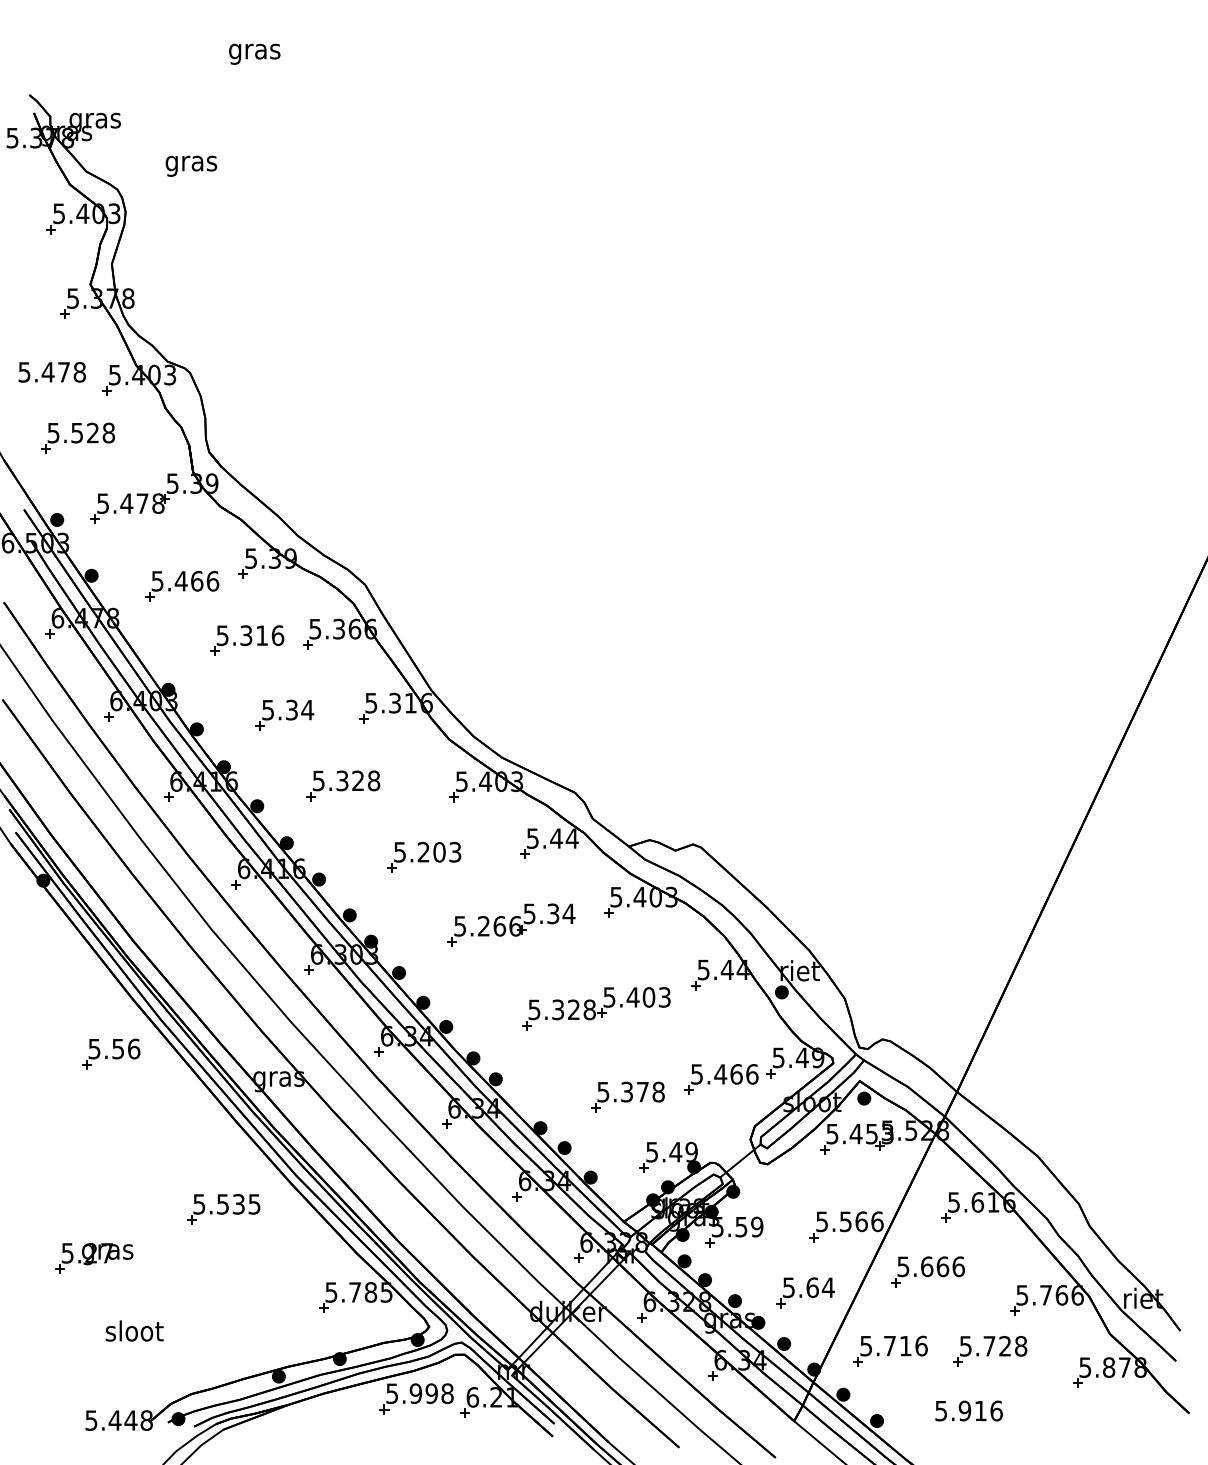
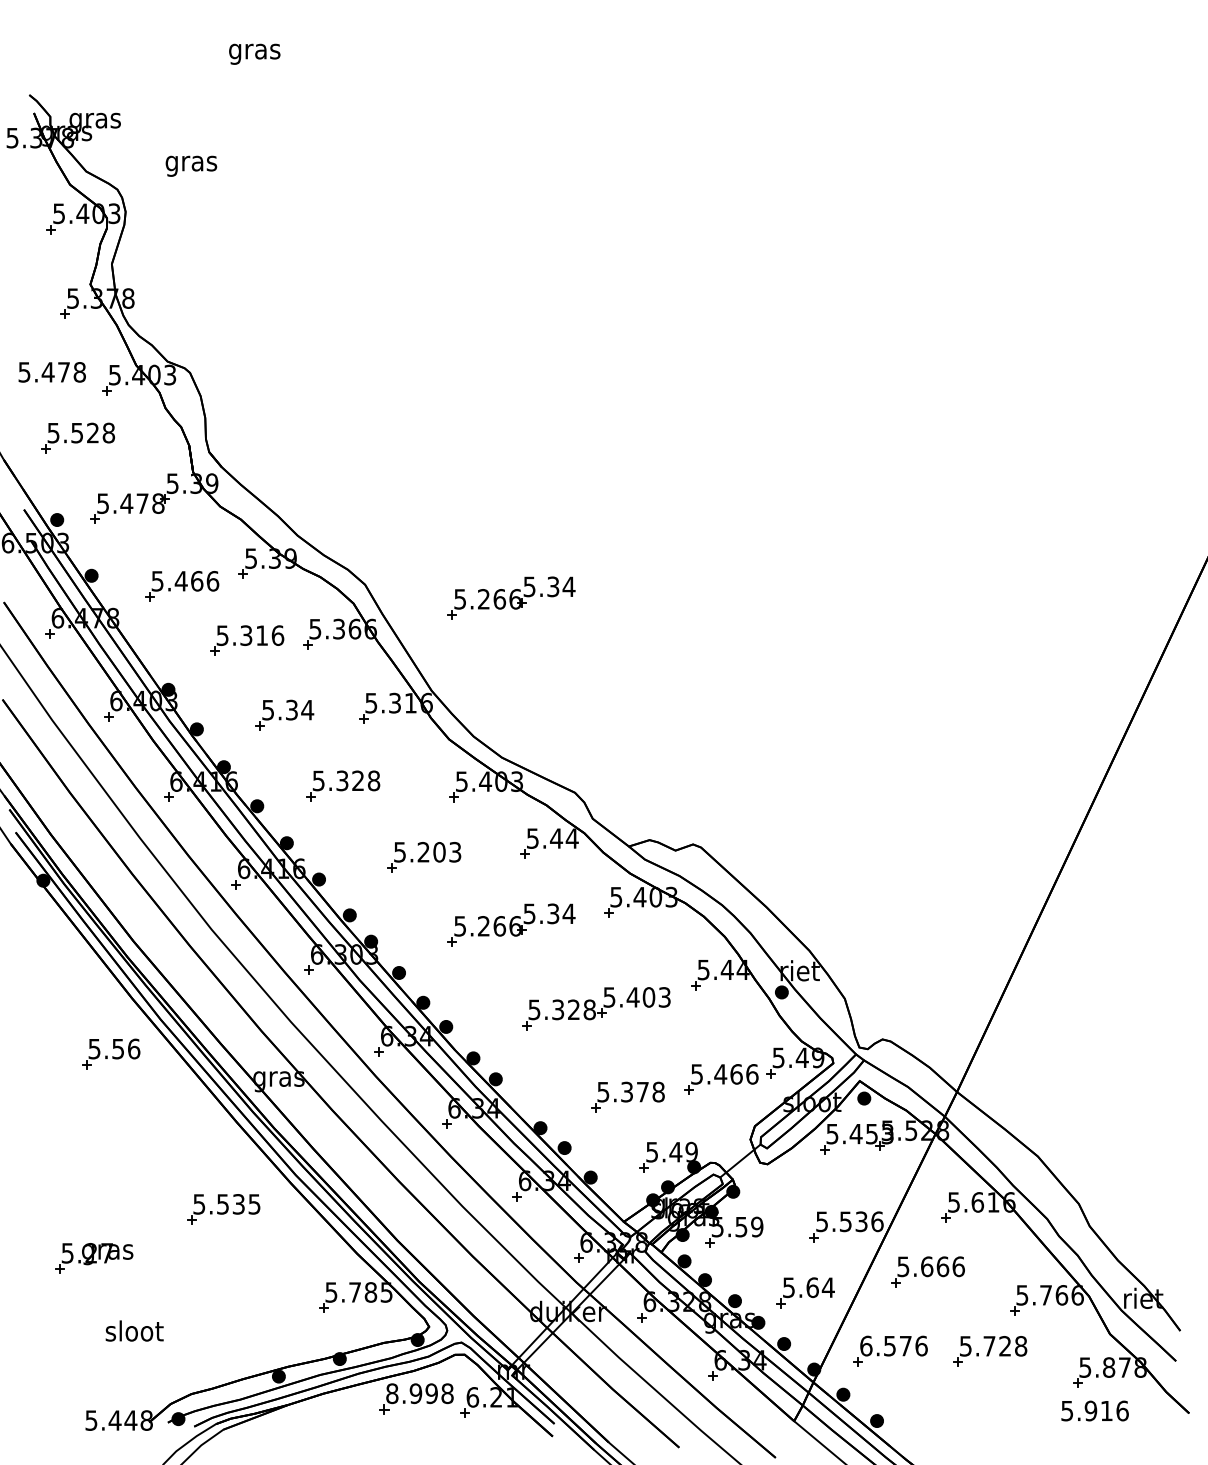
part at (511, 597): none -> present
text at (861, 1221): 5.566 -> 5.536
text at (885, 1345): 5.716 -> 6.576
text at (392, 1393): 5.998 -> 8.998
text at (968, 1410) position: (968, 1410) -> (1094, 1410)
